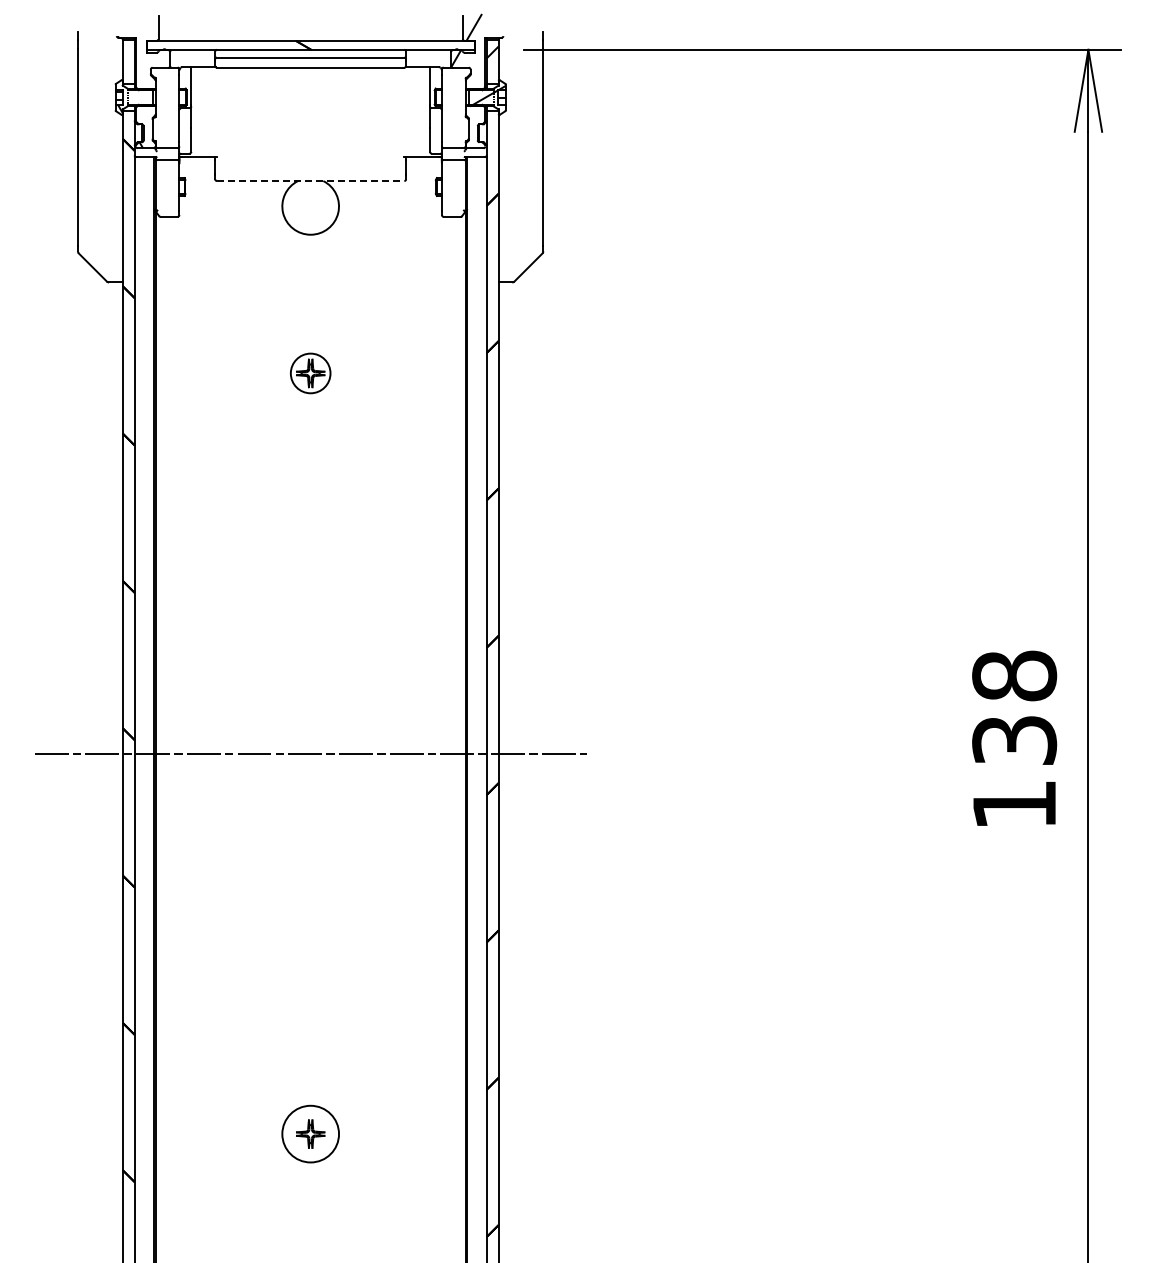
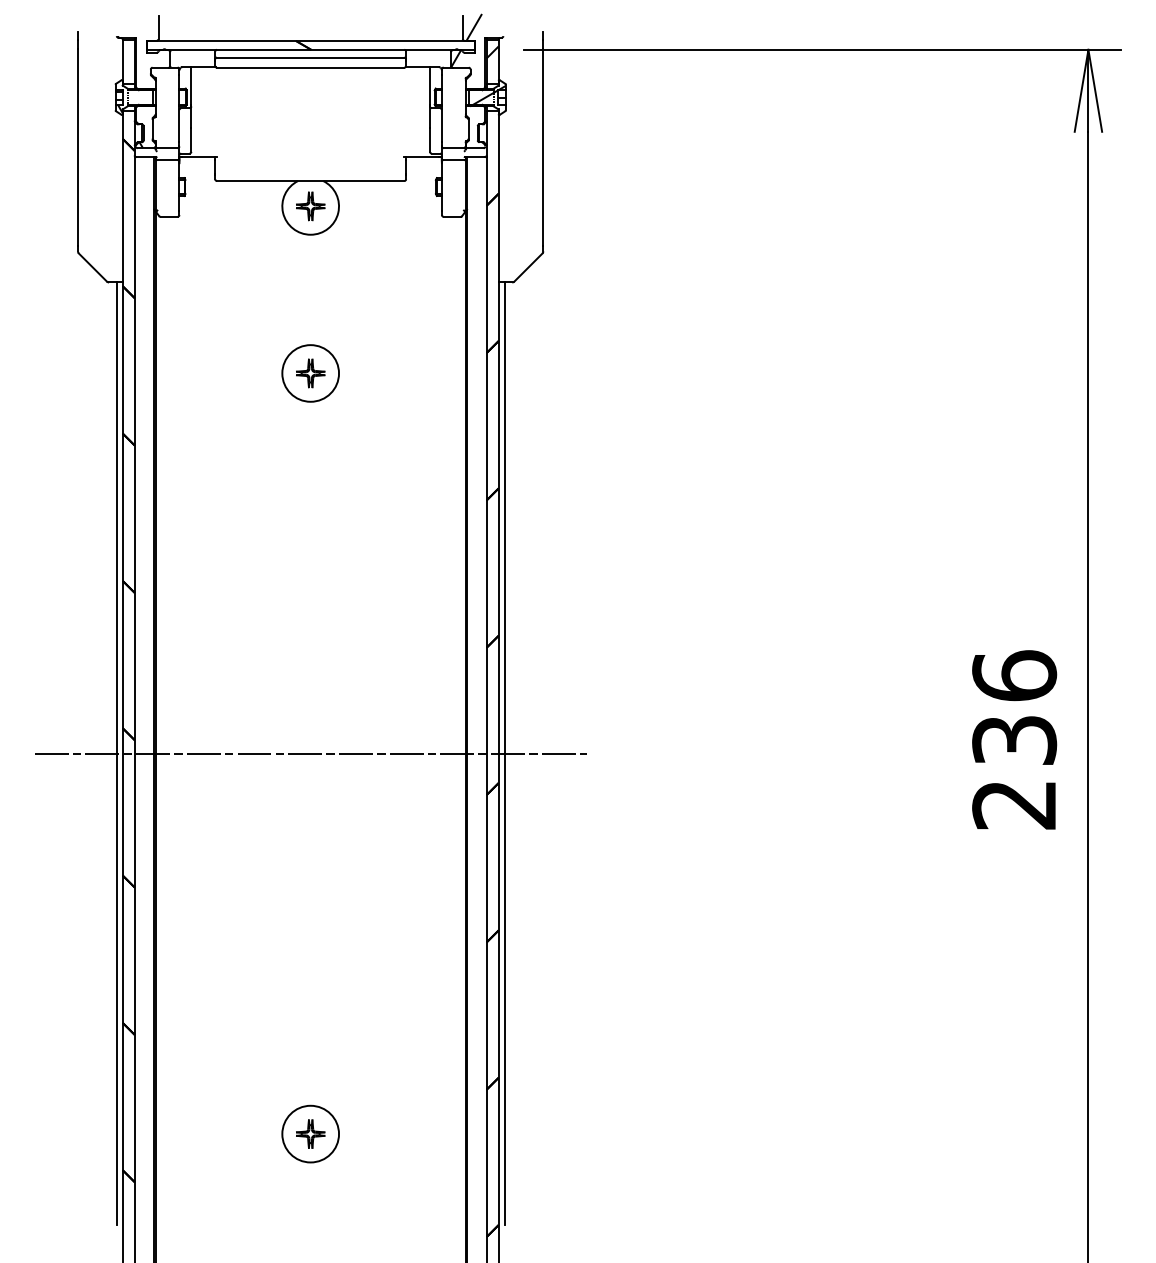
line at (310, 181): dashed -> solid
part at (310, 206): none -> present
circle at (310, 373) diameter: 40 px -> 57 px
text at (1014, 739): 138 -> 236
line at (116, 753): none -> present
line at (504, 753): none -> present
